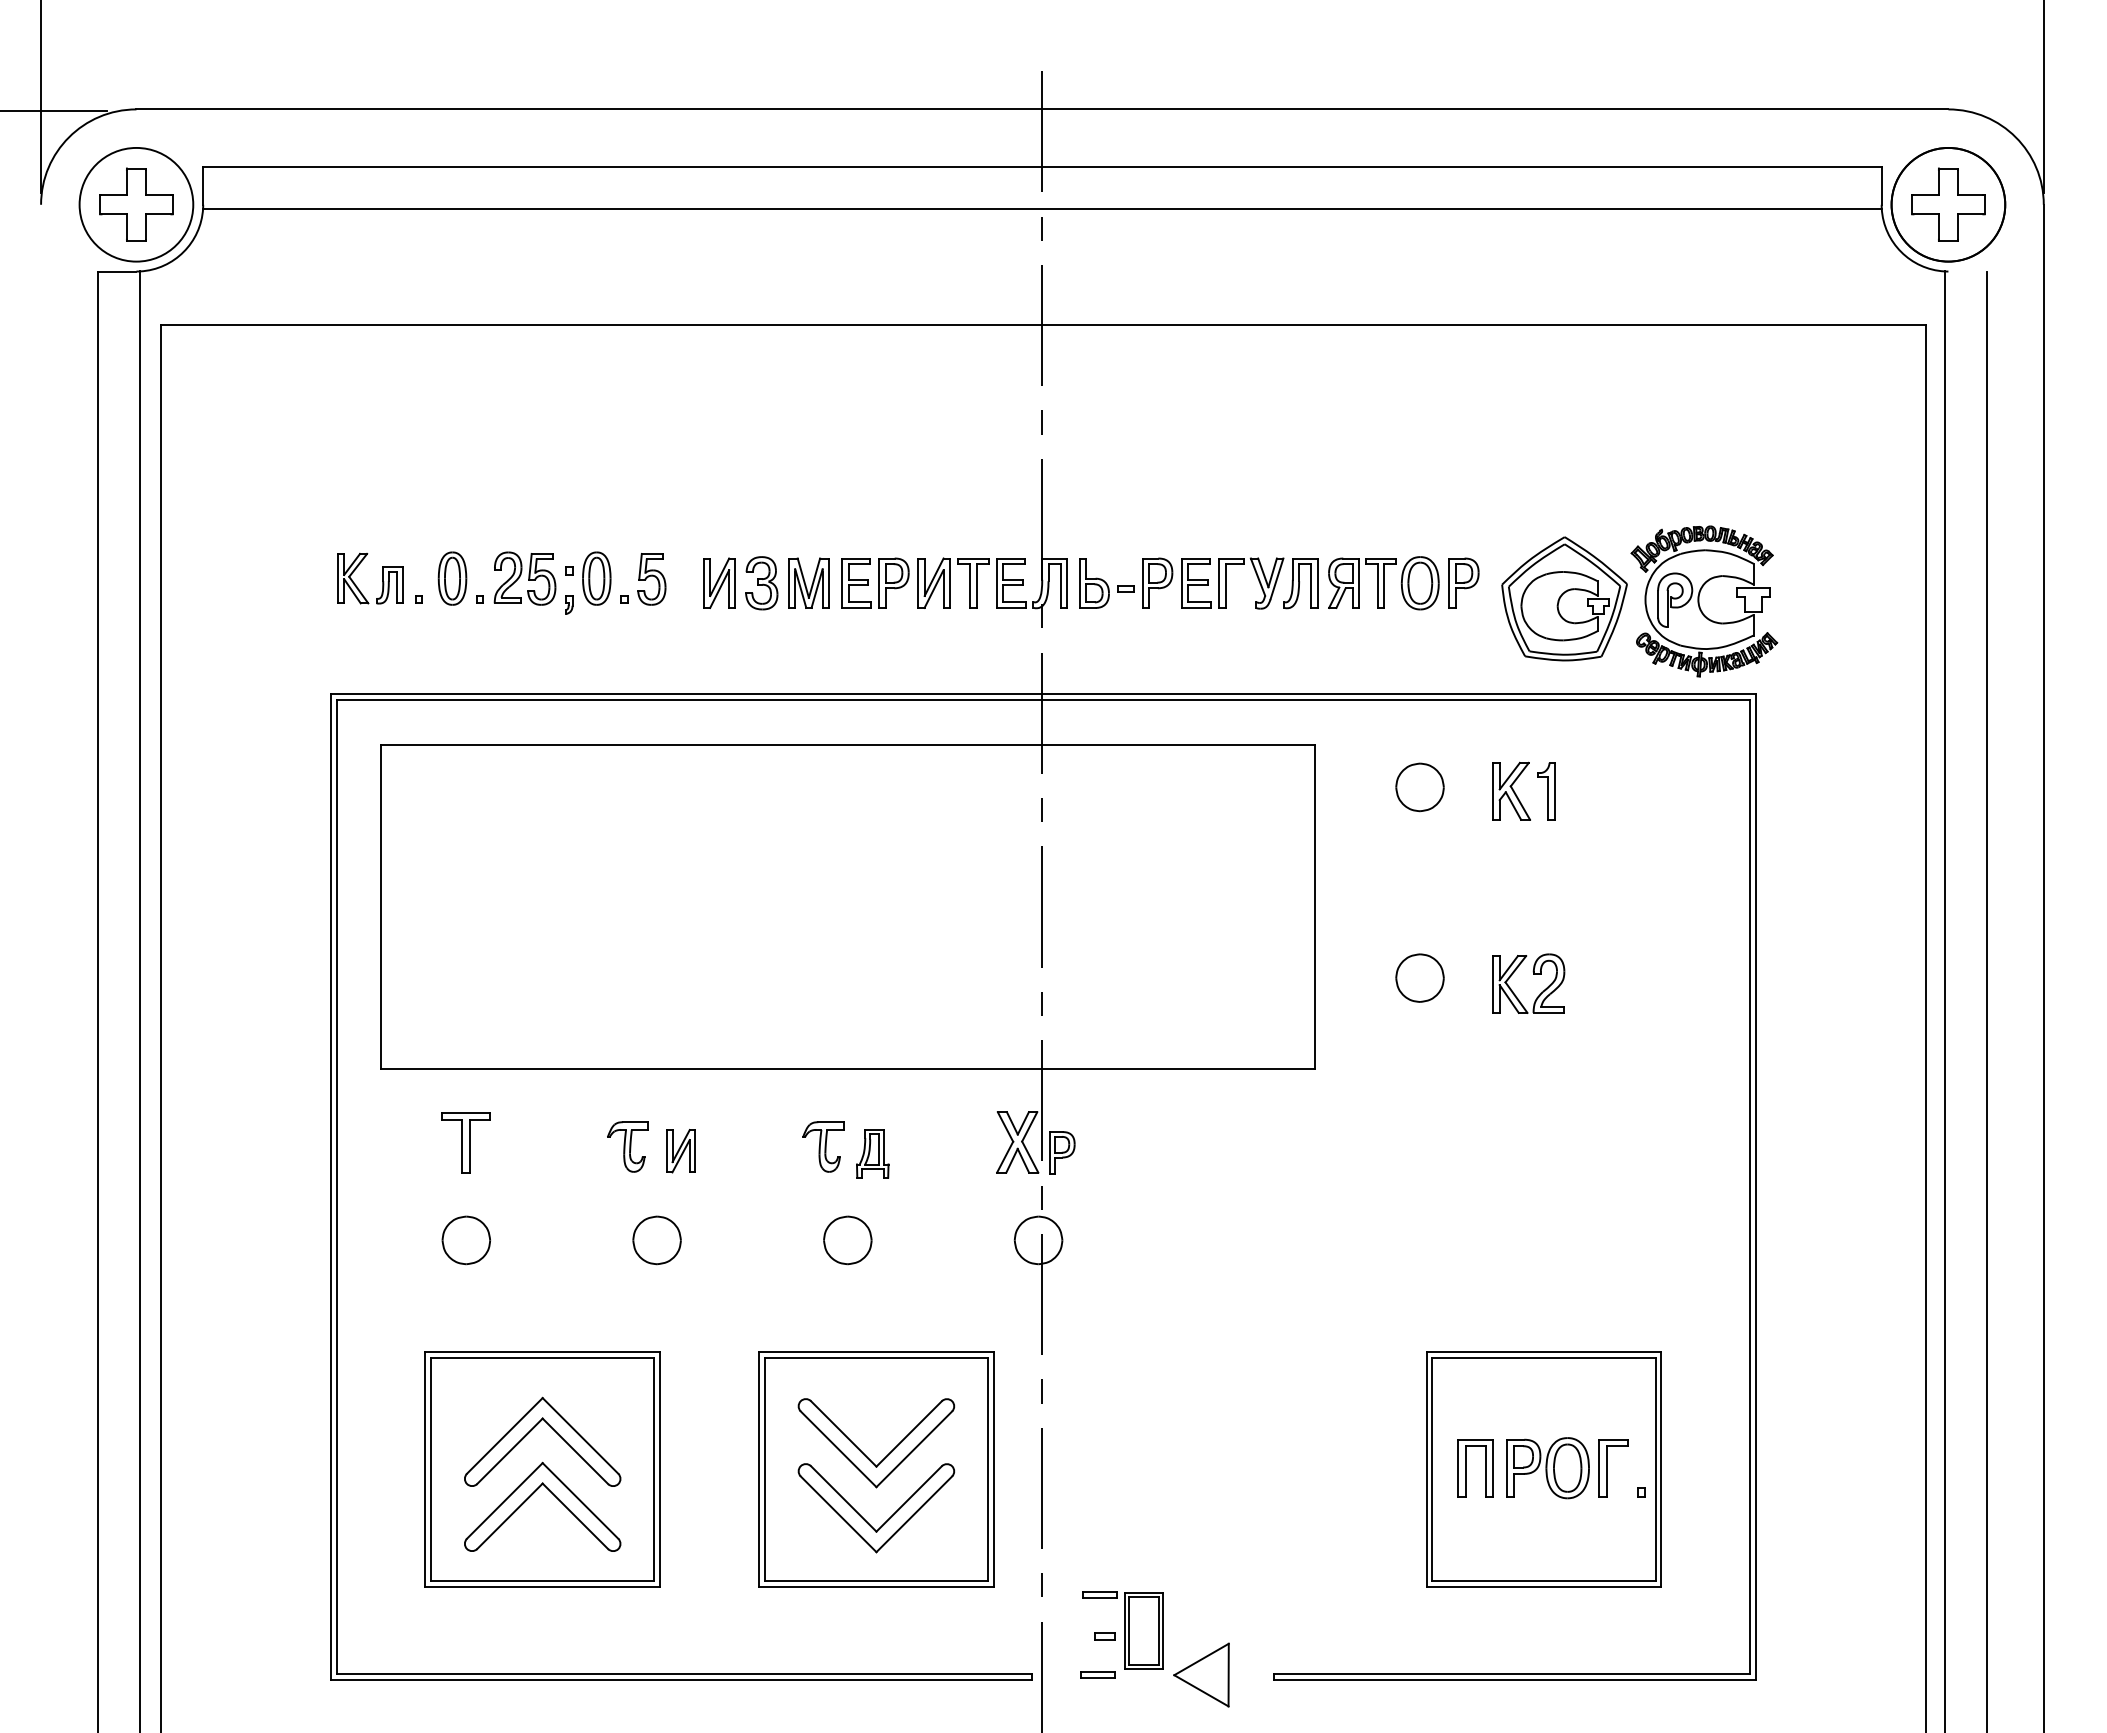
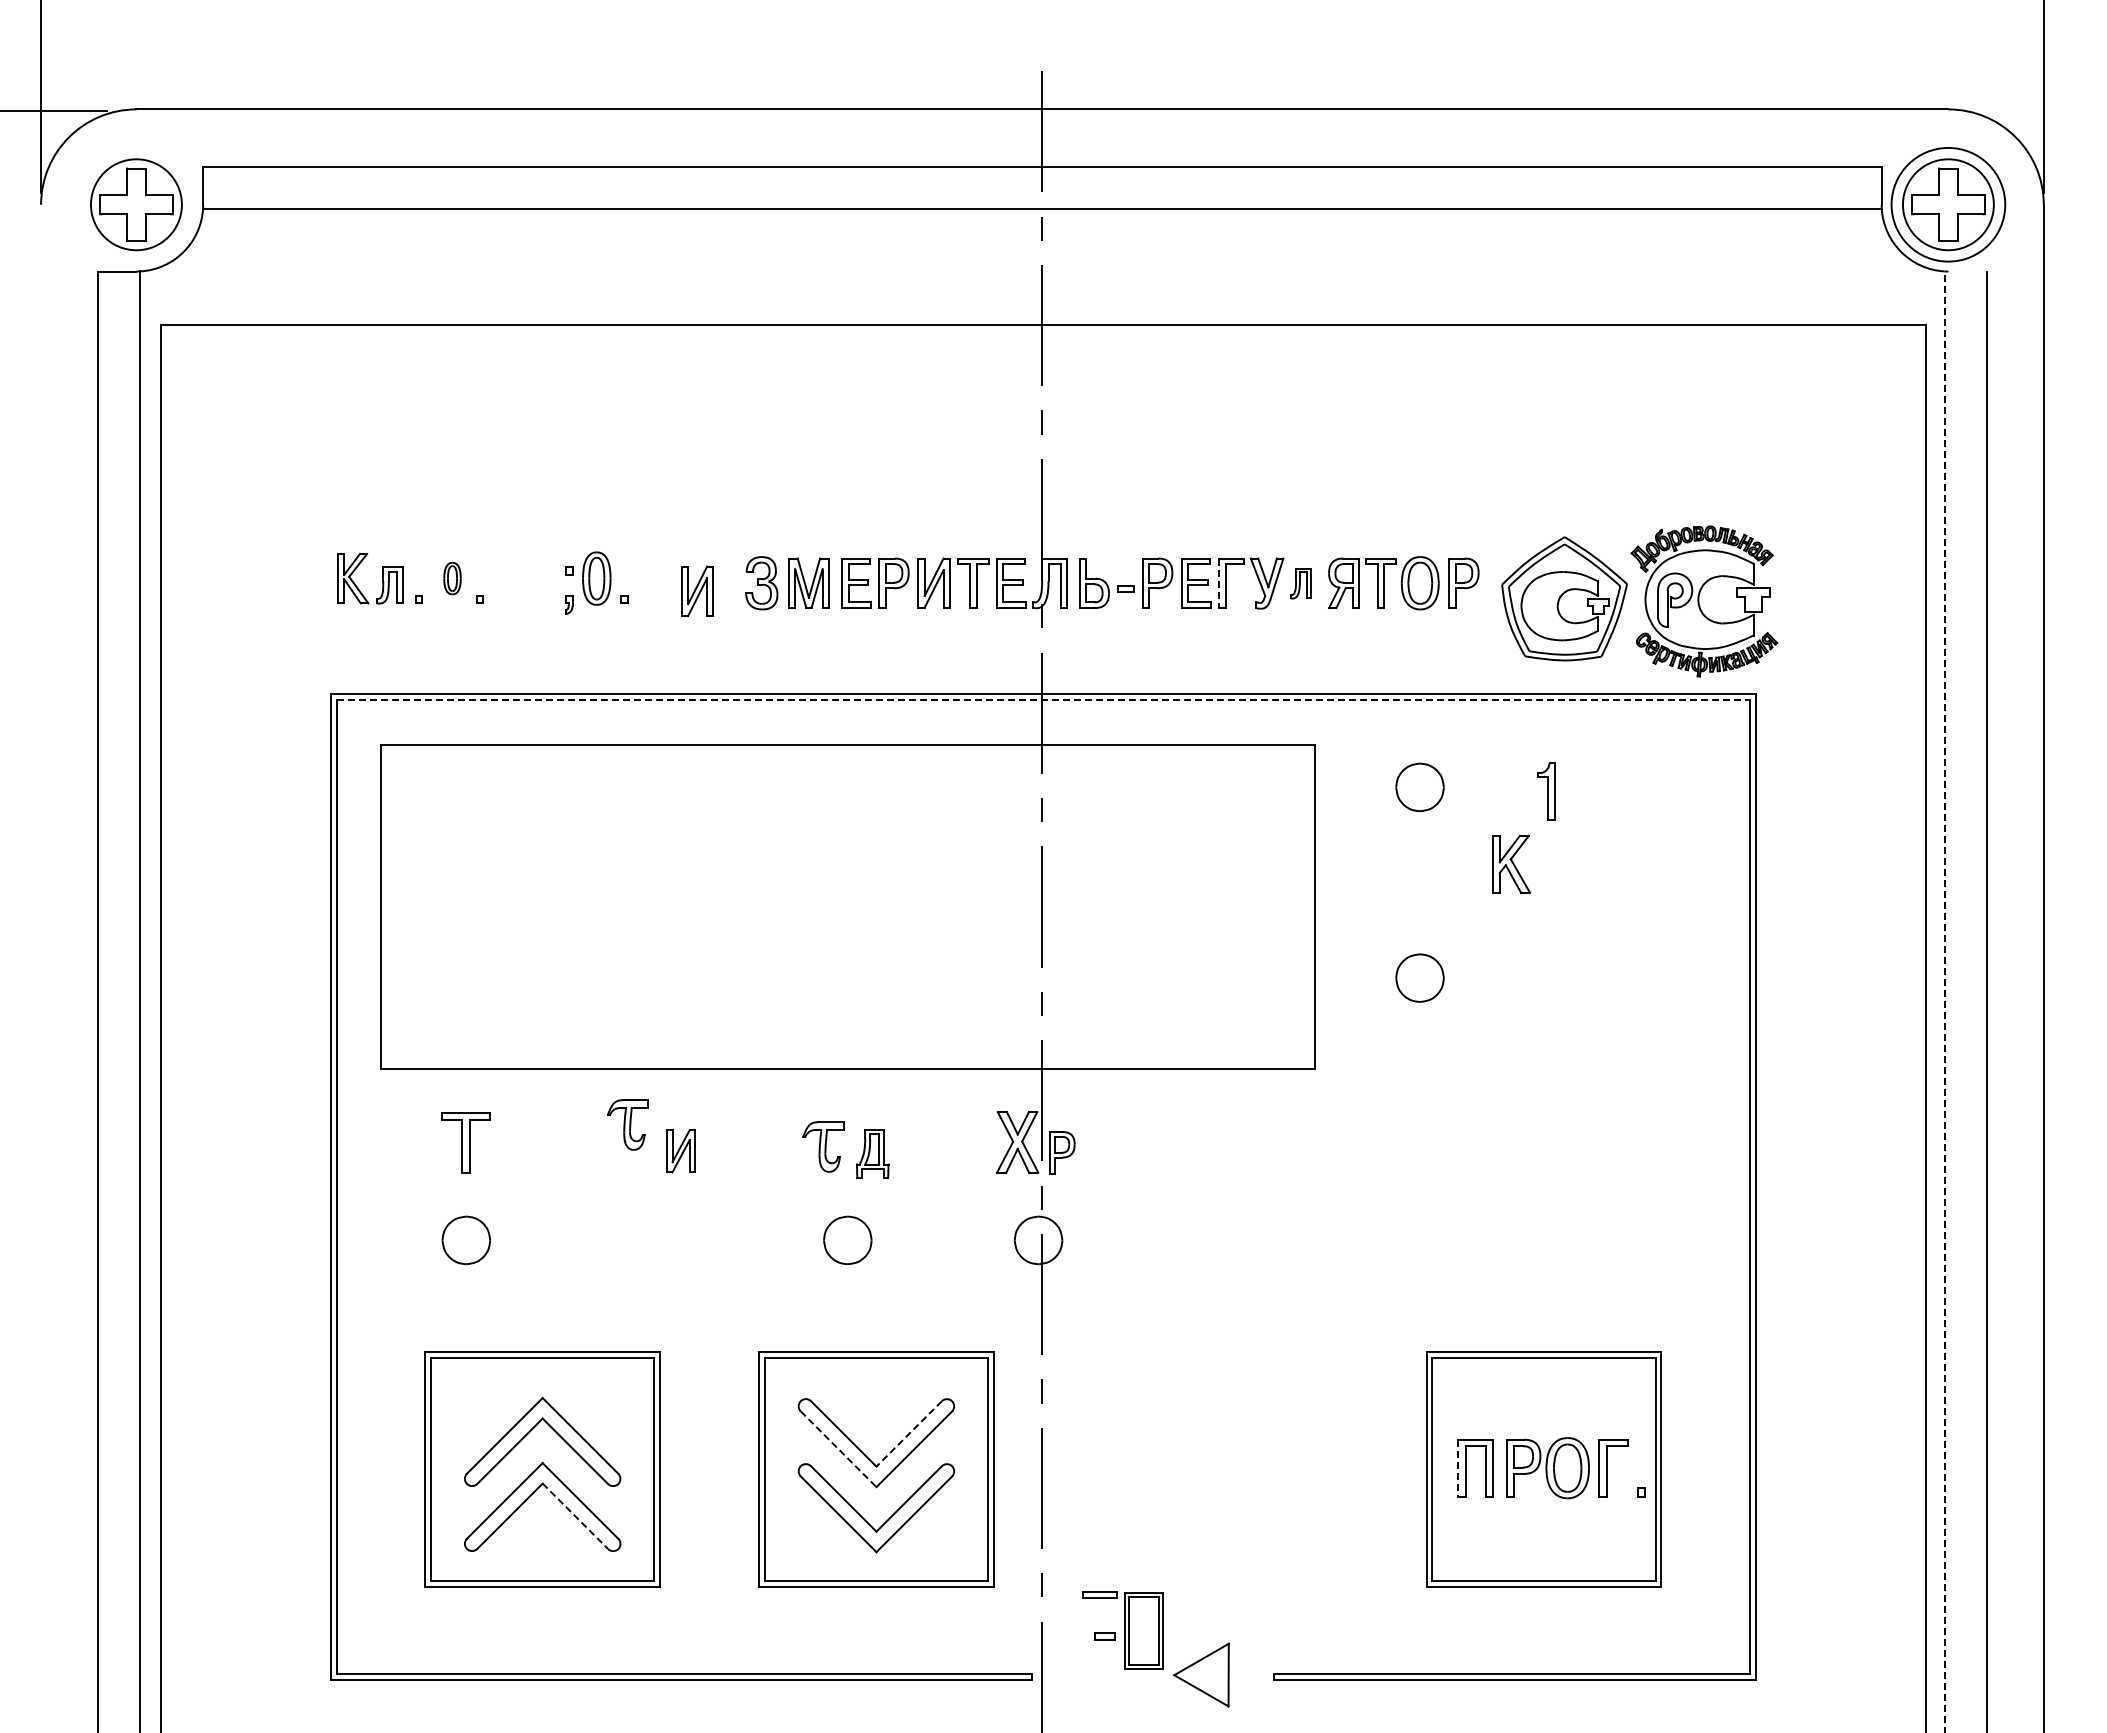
circle at (136, 204) diameter: 114 px -> 91 px
circle at (1948, 204) diameter: 114 px -> 91 px
part at (452, 578) size: 31x55 px -> 19x34 px
part at (524, 578): present -> none
part at (651, 579): present -> none
part at (719, 582) position: (719, 582) -> (697, 590)
line at (1219, 583): solid -> dashed
part at (1300, 583) size: 36x52 px -> 22x32 px
line at (1043, 700): solid -> dashed
part at (1511, 790) position: (1511, 790) -> (1511, 863)
part at (1533, 974): present -> none
line at (1944, 1002): solid -> dashed
part at (627, 1146) position: (627, 1146) -> (627, 1124)
part at (656, 1240): present -> none
line at (908, 1434): solid -> dashed
line at (838, 1449): solid -> dashed
line at (1458, 1468): solid -> dashed
line at (575, 1516): solid -> dashed
part at (1097, 1674): present -> none
